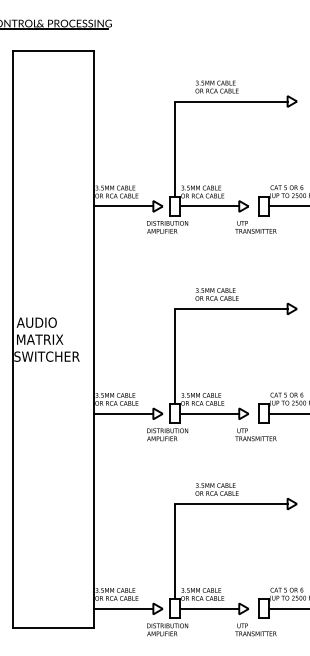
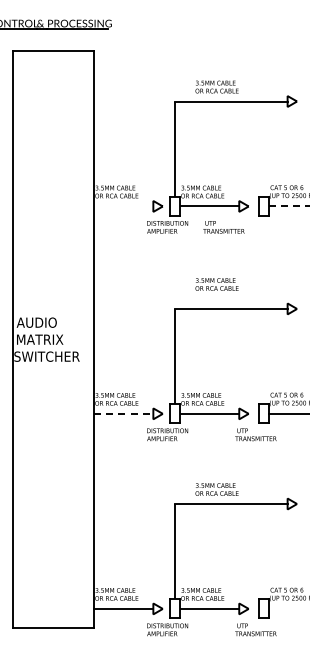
line at (123, 206): present -> none
line at (289, 206): solid -> dashed
text at (255, 227) position: (255, 227) -> (223, 227)
text at (216, 294) position: (216, 294) -> (216, 284)
line at (123, 413): solid -> dashed
line at (287, 608): present -> none
